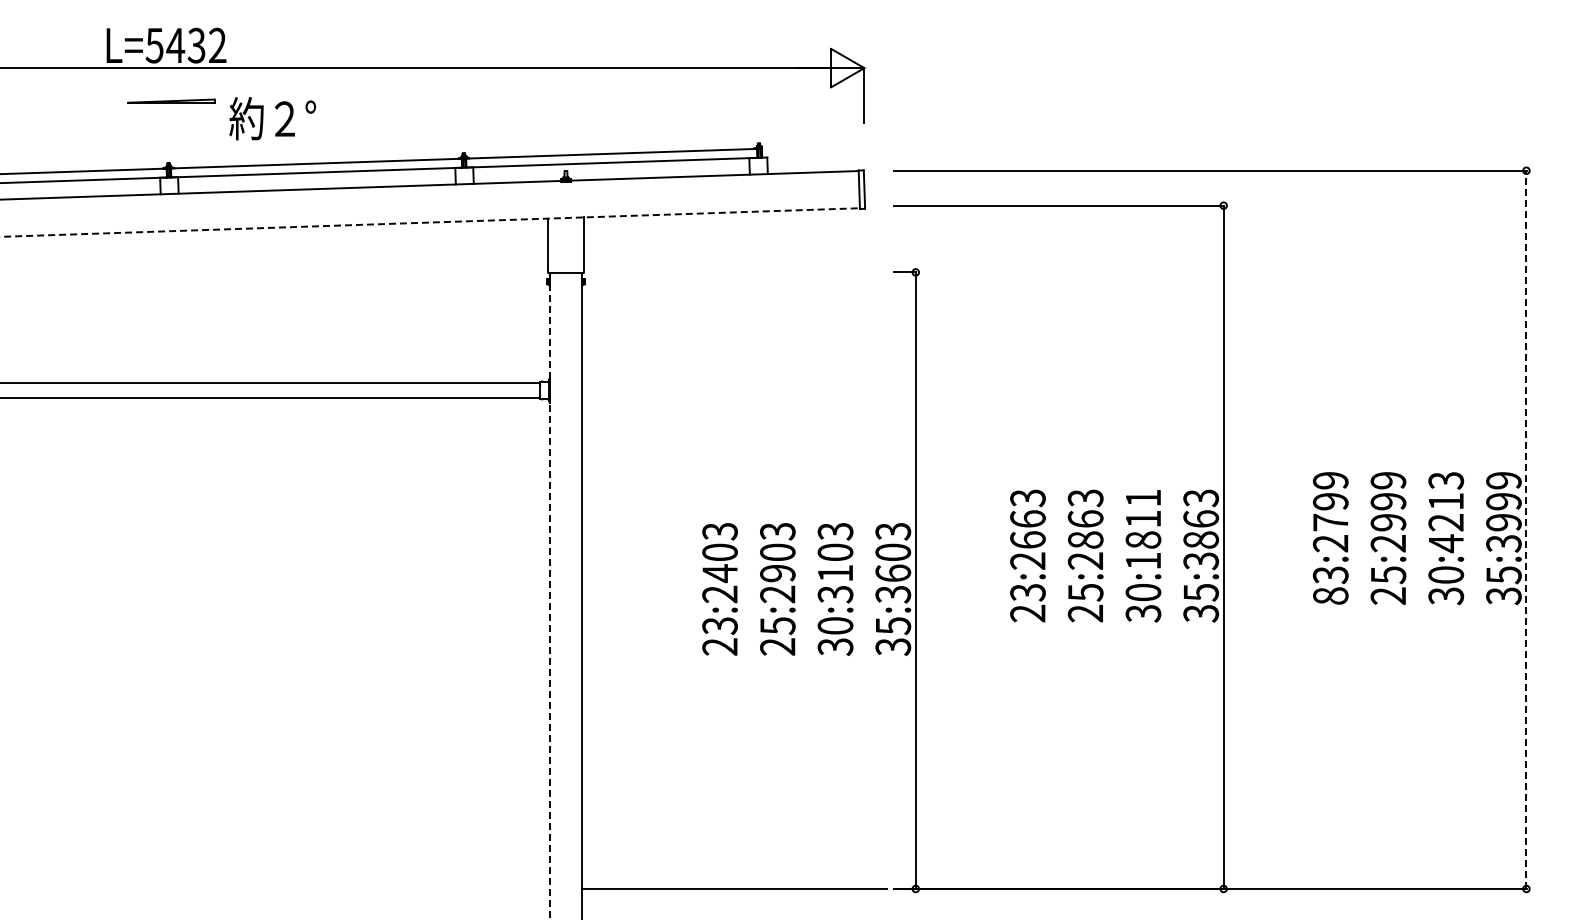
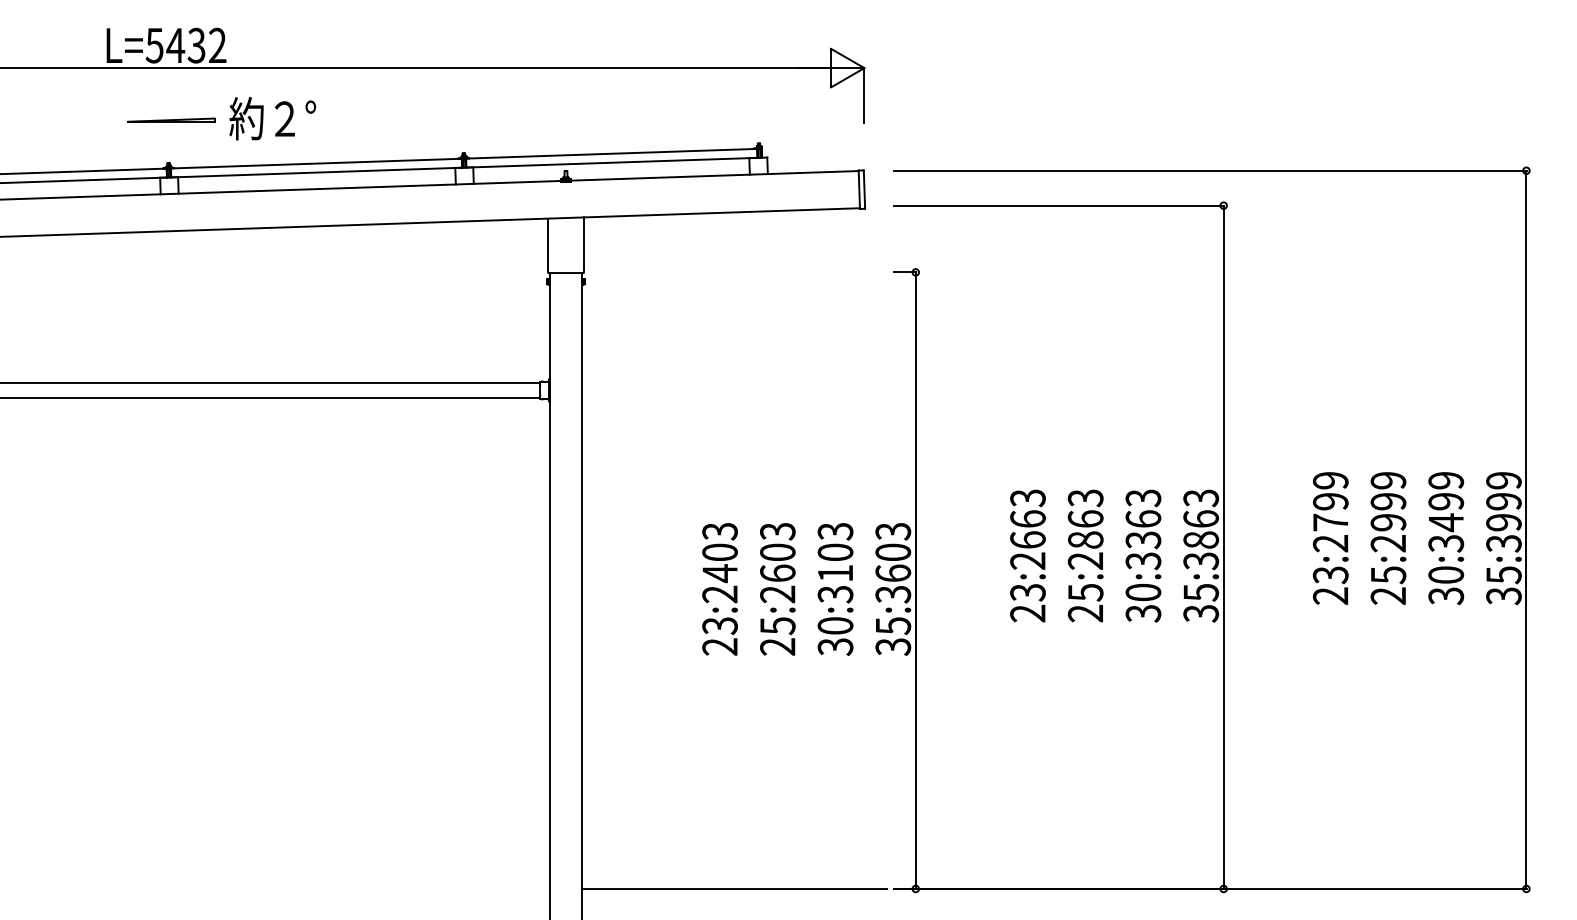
part at (171, 100) position: (171, 100) -> (171, 119)
line at (430, 222): dashed -> solid
text at (1446, 512): 30:4213 -> 30:3499
text at (1143, 529): 30:1811 -> 30:3363
line at (1526, 529): dashed -> solid
text at (777, 573): 25:2903 -> 25:2603
text at (1330, 595): 83:2799 -> 23:2799
line at (549, 596): dashed -> solid
